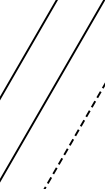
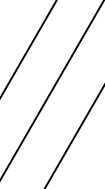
line at (74, 136): dashed -> solid
